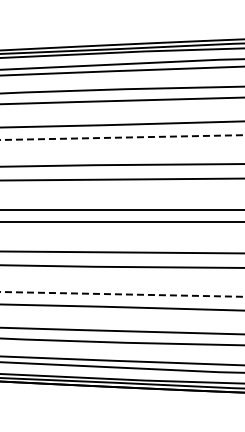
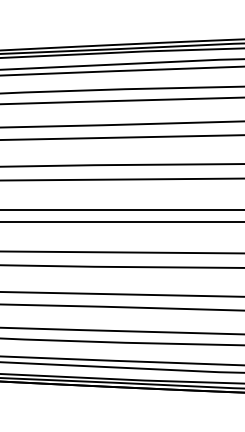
line at (122, 137): dashed -> solid
line at (122, 294): dashed -> solid
